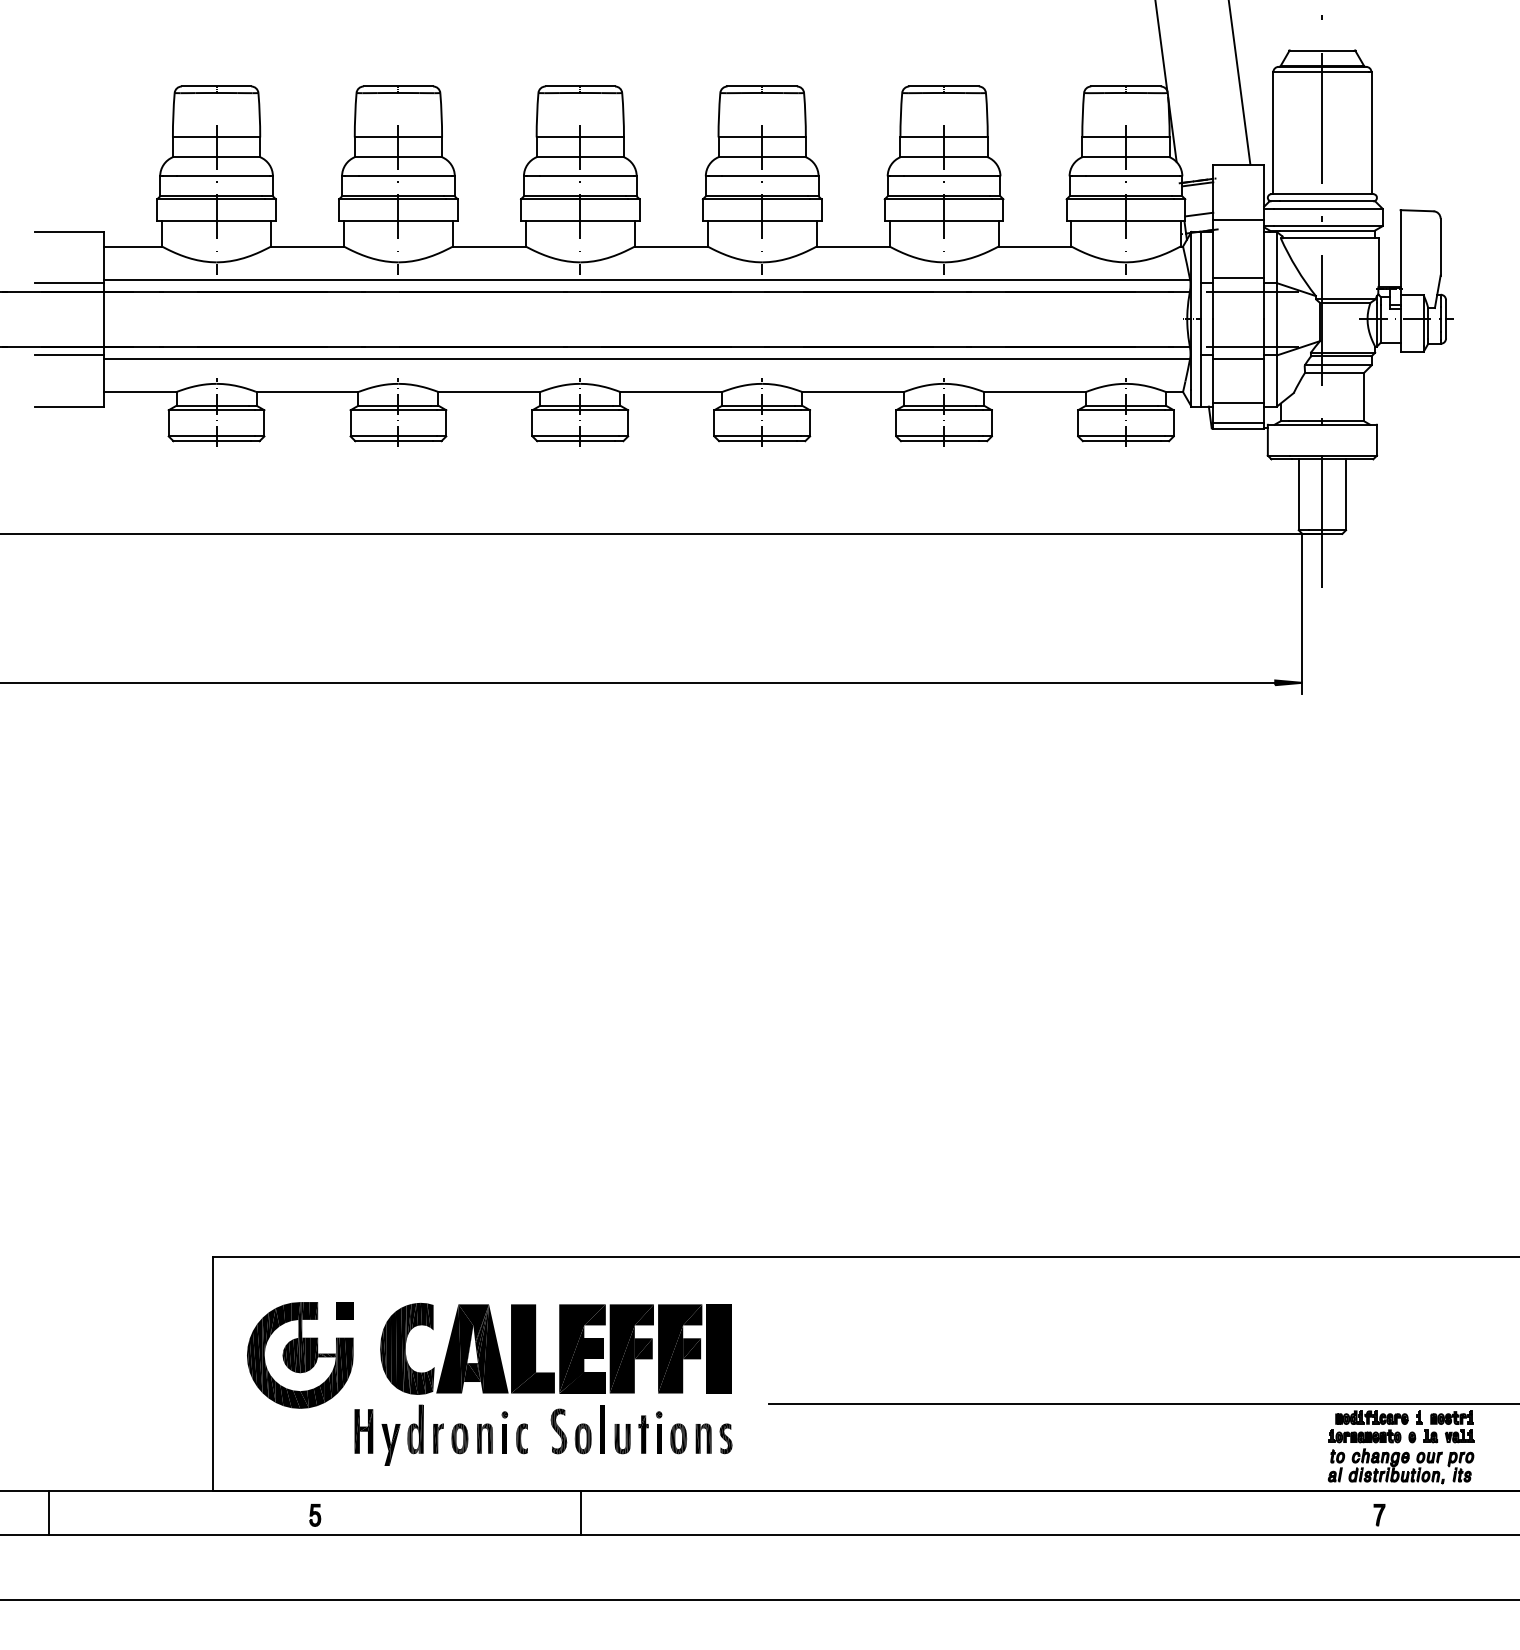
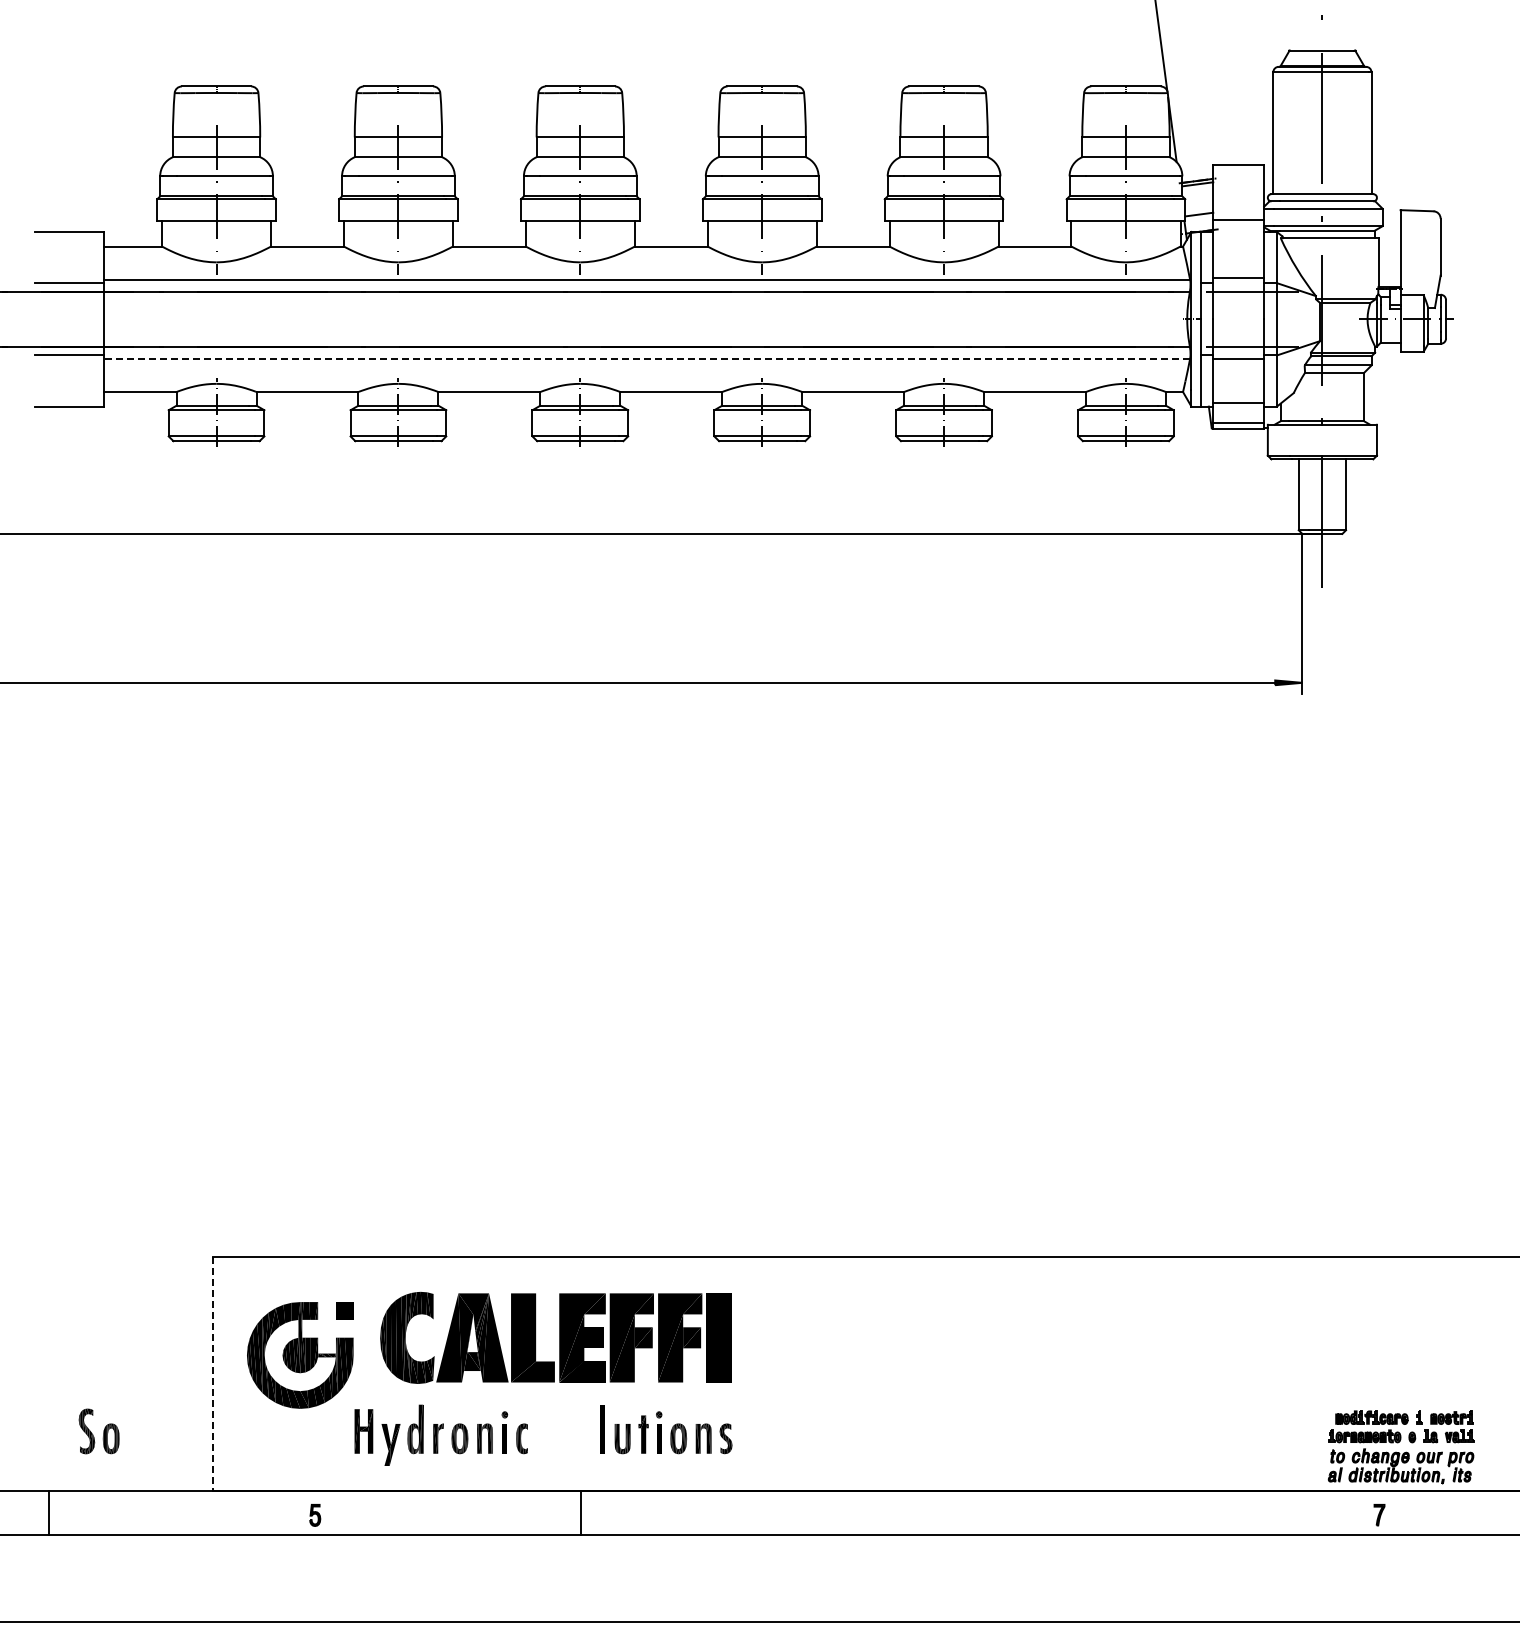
line at (1239, 83): present -> none
line at (646, 358): solid -> dashed
part at (555, 1348) position: (555, 1348) -> (555, 1337)
line at (212, 1374): solid -> dashed
line at (1142, 1404): present -> none
part at (570, 1431) position: (570, 1431) -> (98, 1431)
line at (759, 1600) position: (759, 1600) -> (759, 1622)
